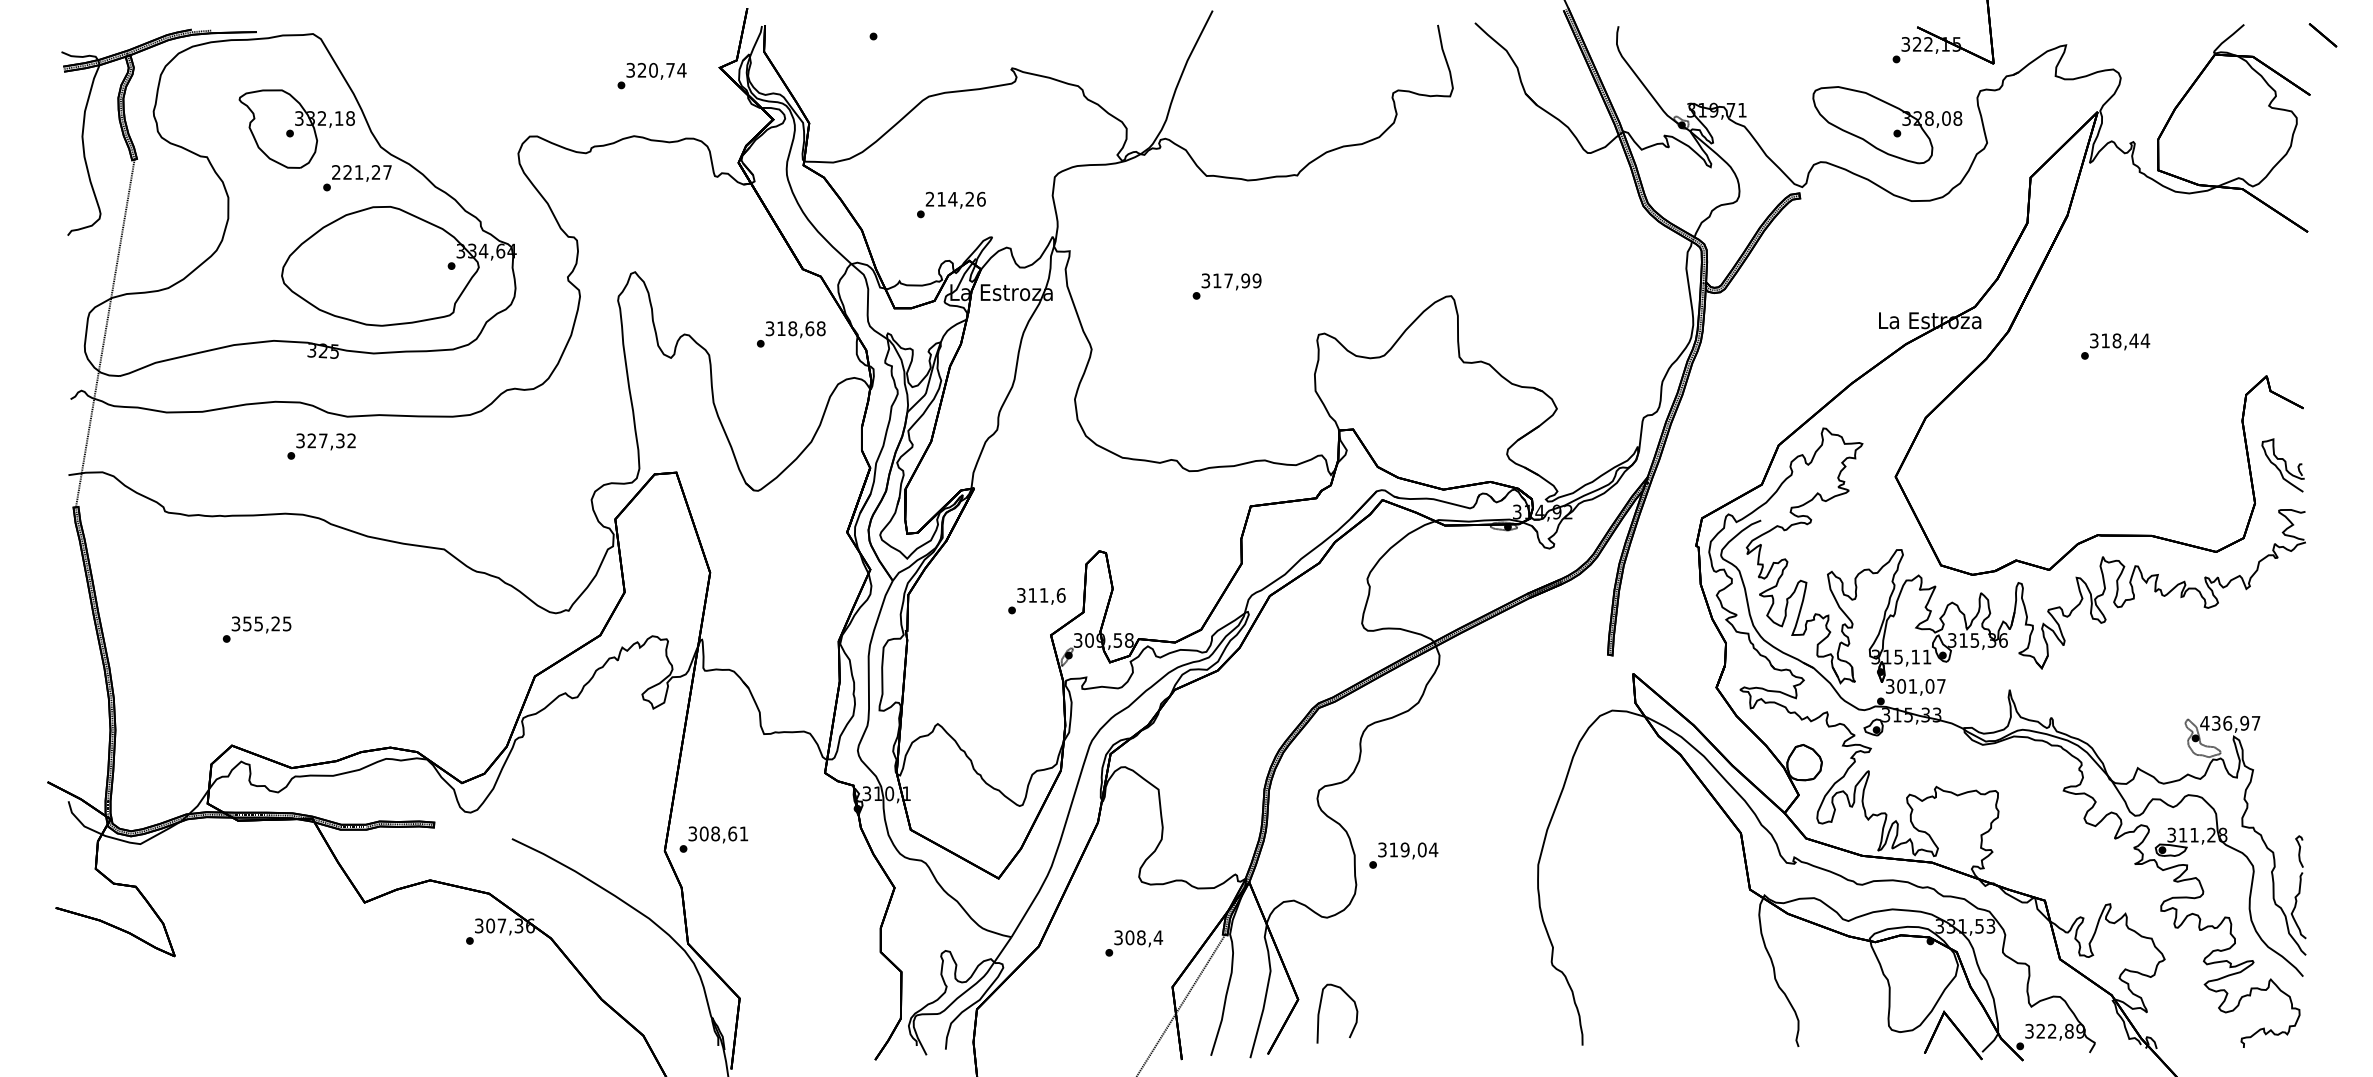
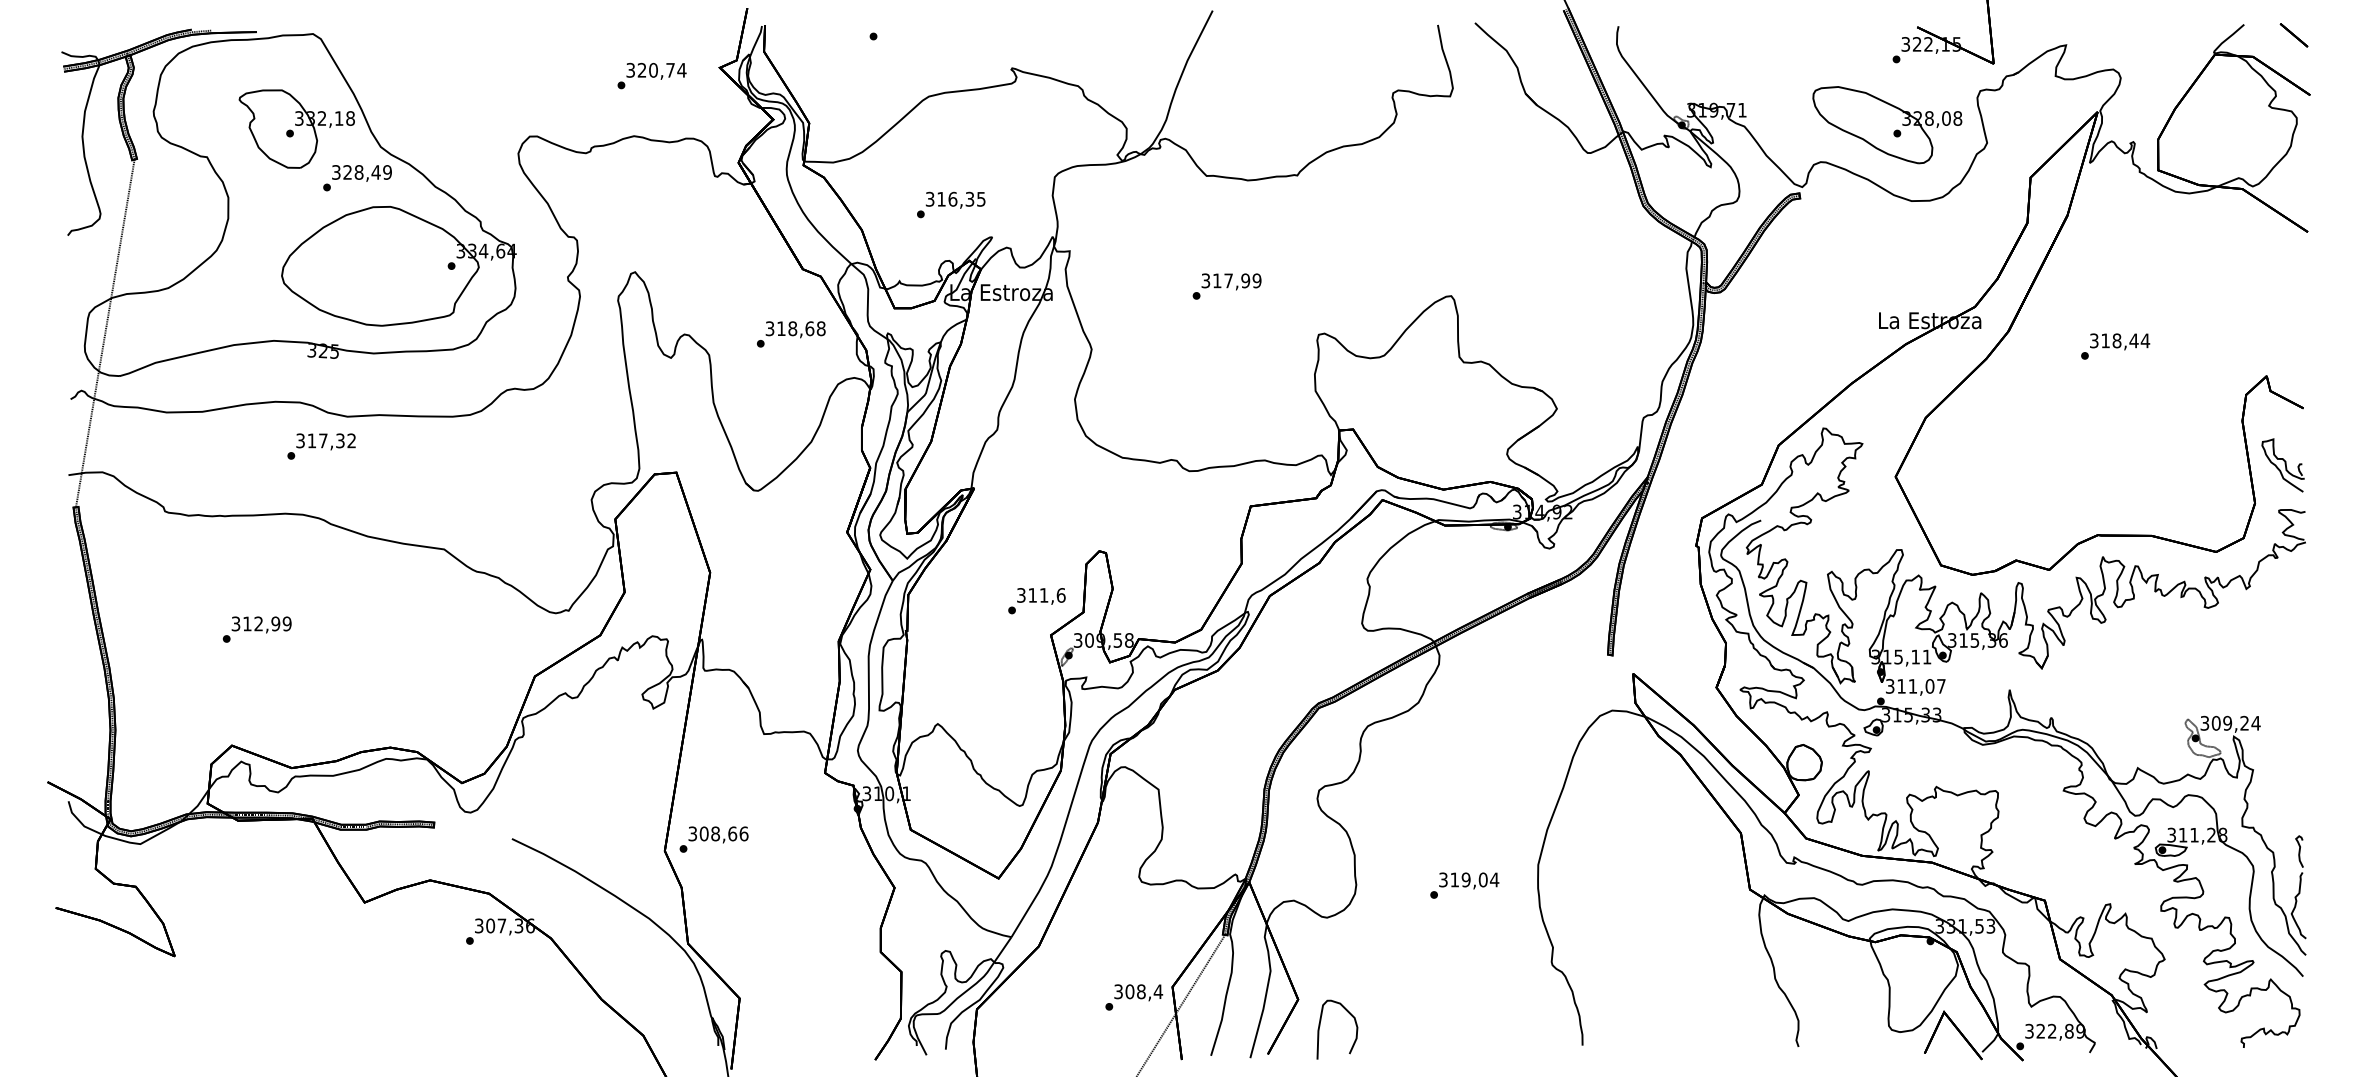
line at (2322, 35) position: (2322, 35) -> (2293, 35)
text at (361, 172): 221,27 -> 328,49
text at (955, 198): 214,26 -> 316,35
text at (311, 440): 327,32 -> 317,32
text at (267, 623): 355,25 -> 312,99
text at (1901, 686): 301,07 -> 311,07
text at (2230, 722): 436,97 -> 309,24
text at (743, 833): 308,61 -> 308,66
text at (1403, 855) position: (1403, 855) -> (1464, 885)
text at (1134, 943) position: (1134, 943) -> (1134, 997)
curve at (1320, 1010) position: (1320, 1010) -> (1320, 1026)
